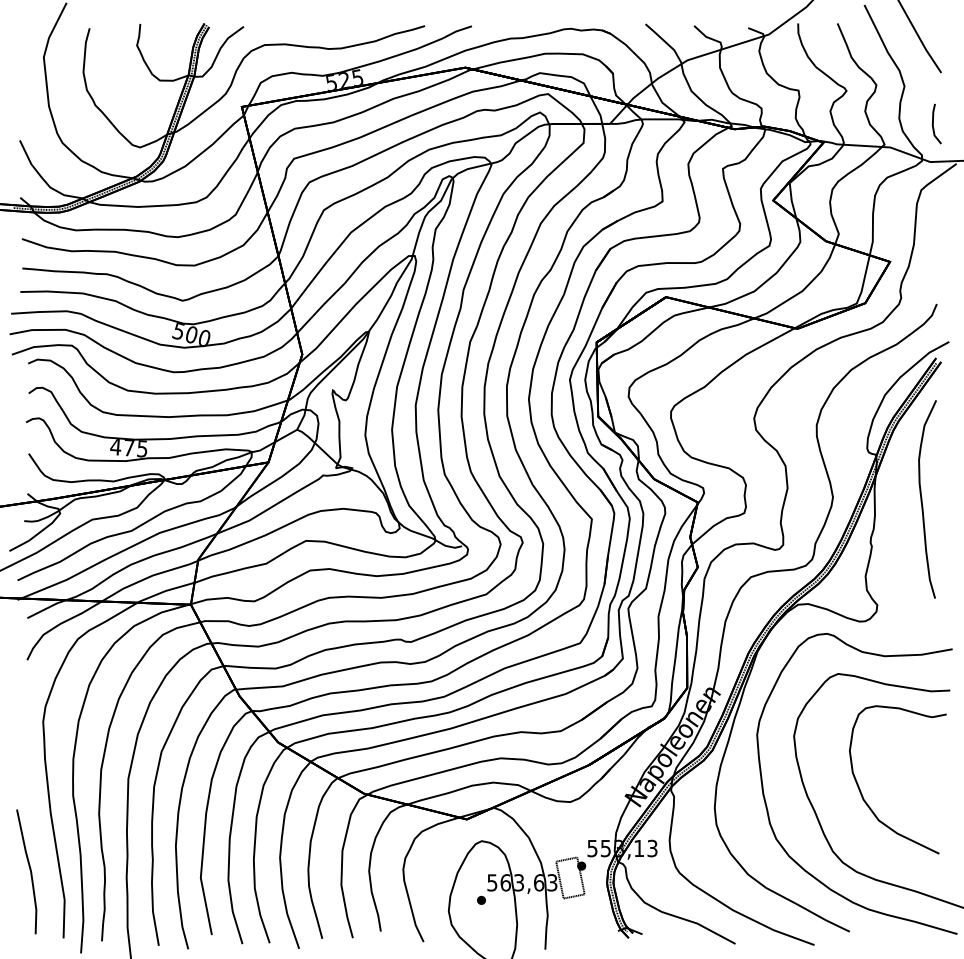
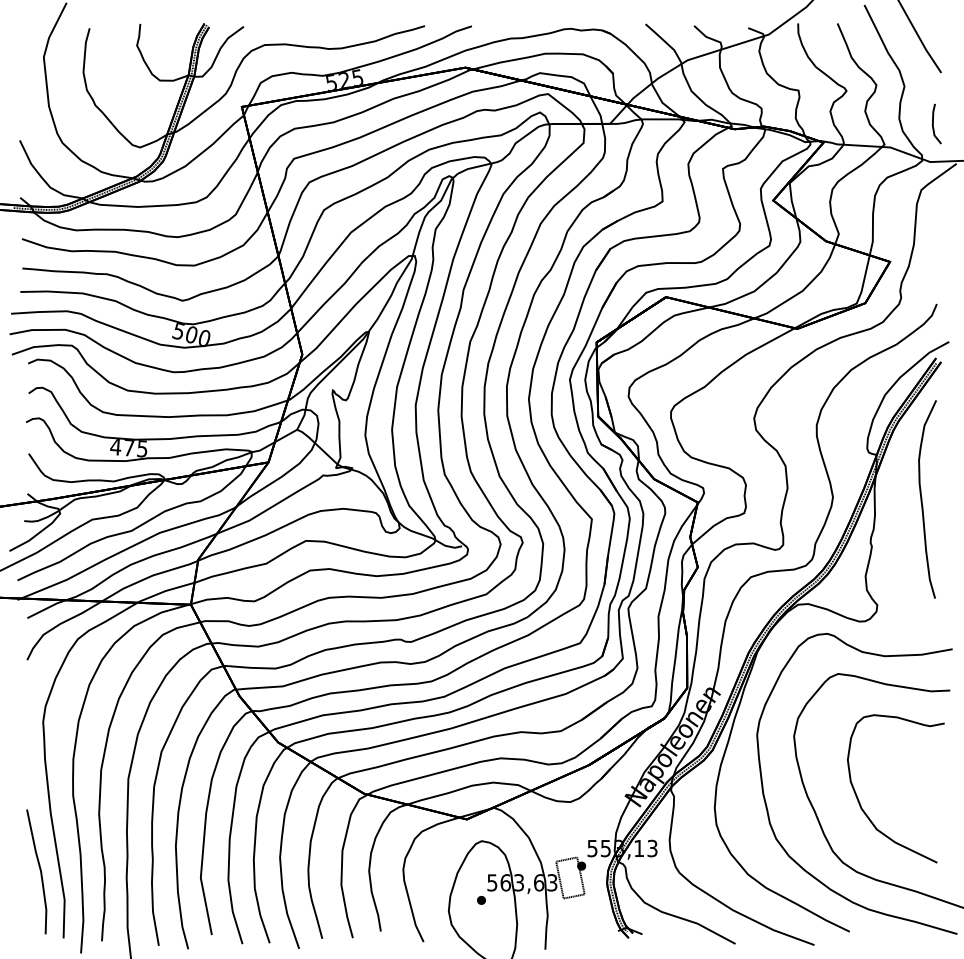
curve at (862, 793) position: (862, 793) -> (860, 802)
curve at (29, 870) position: (29, 870) -> (39, 870)
